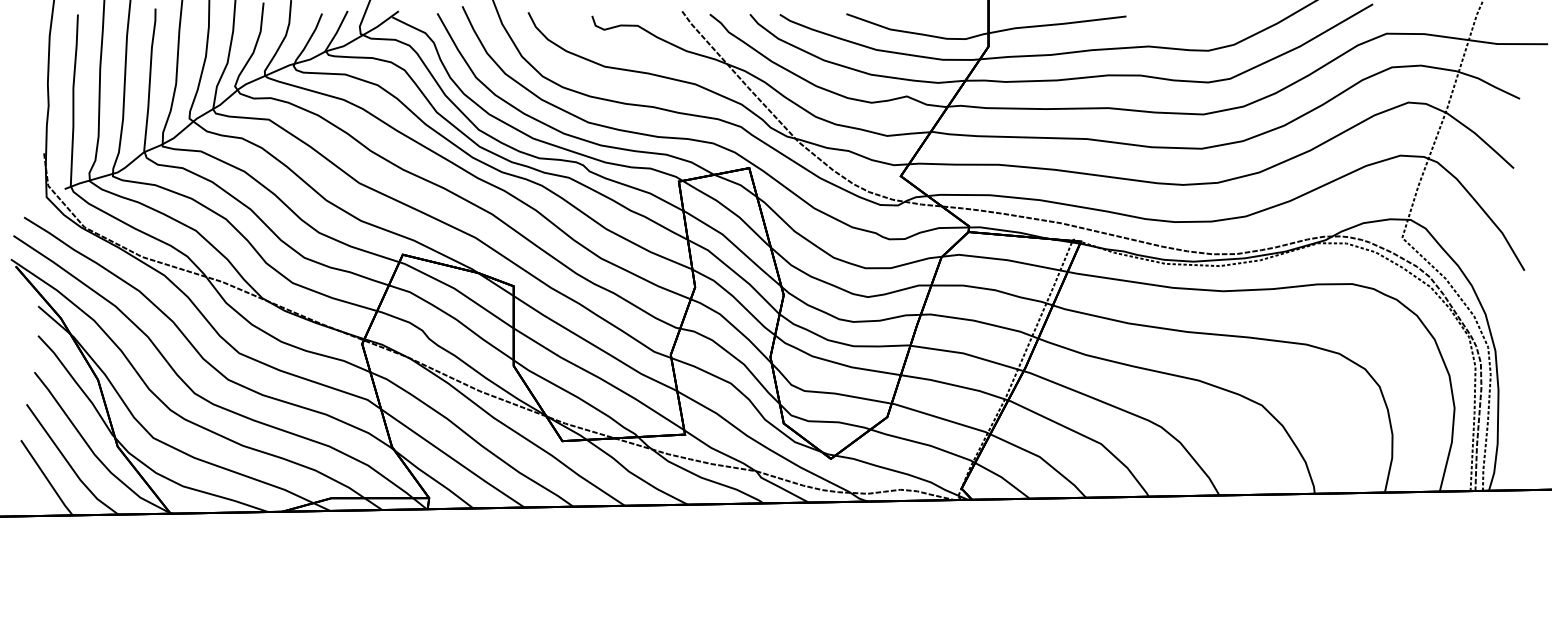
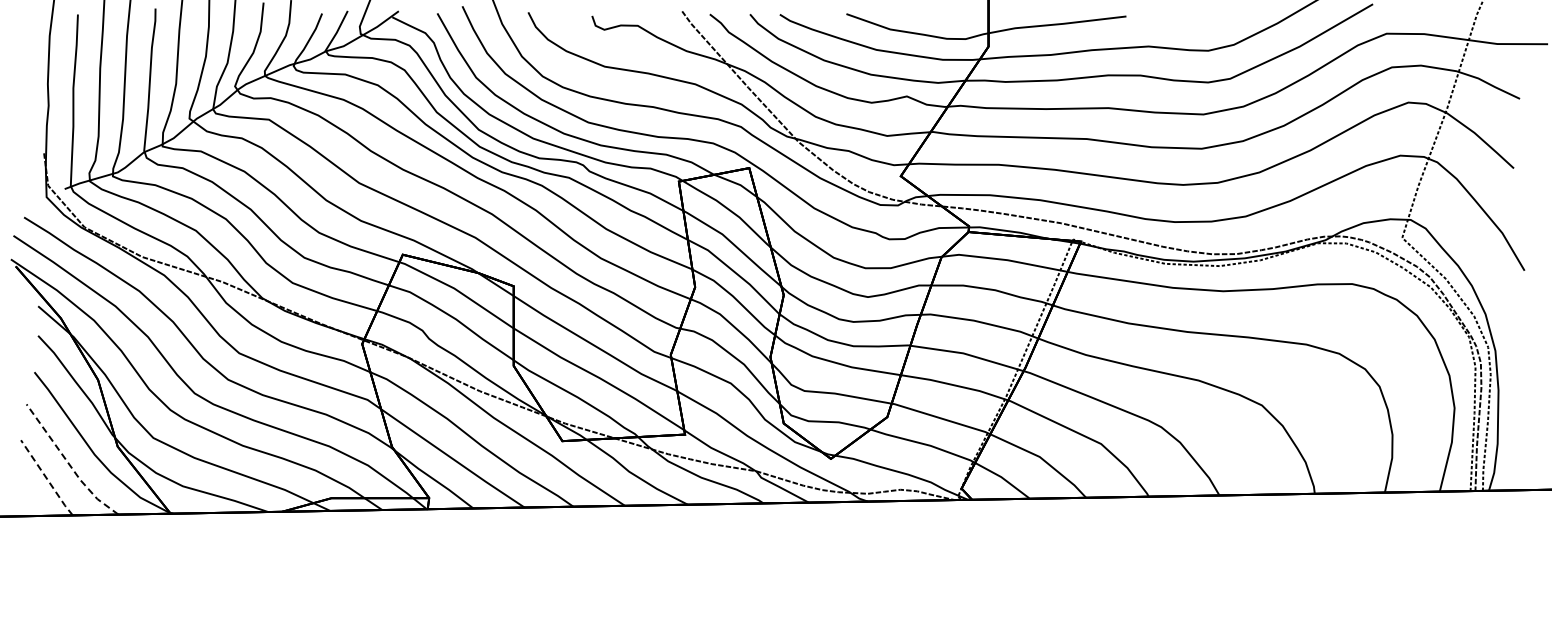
line at (69, 464): solid -> dashed
line at (46, 478): solid -> dashed
